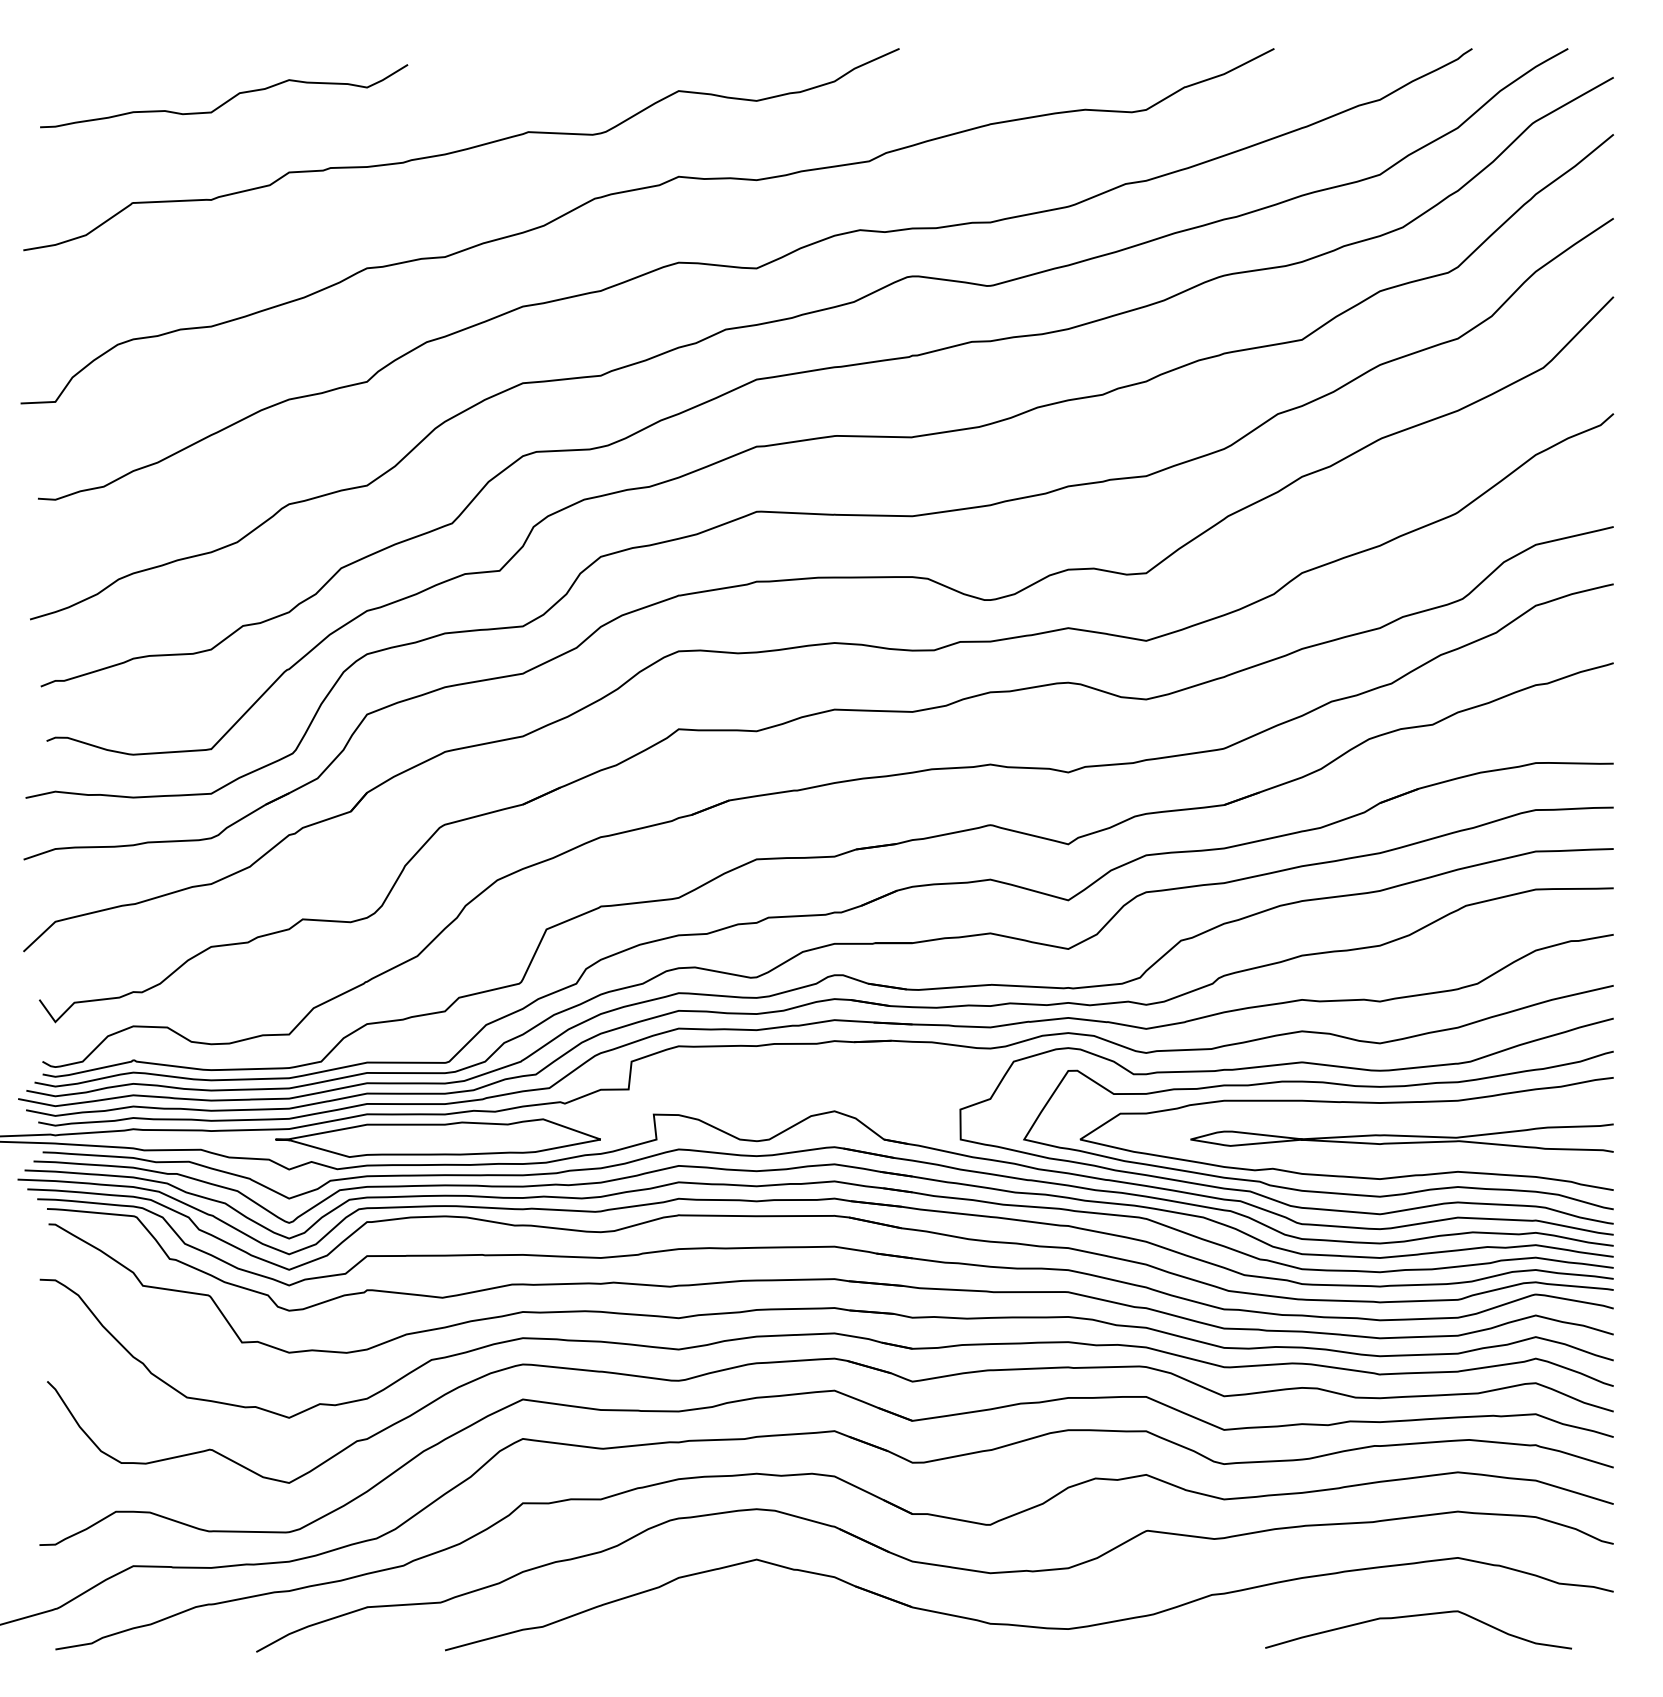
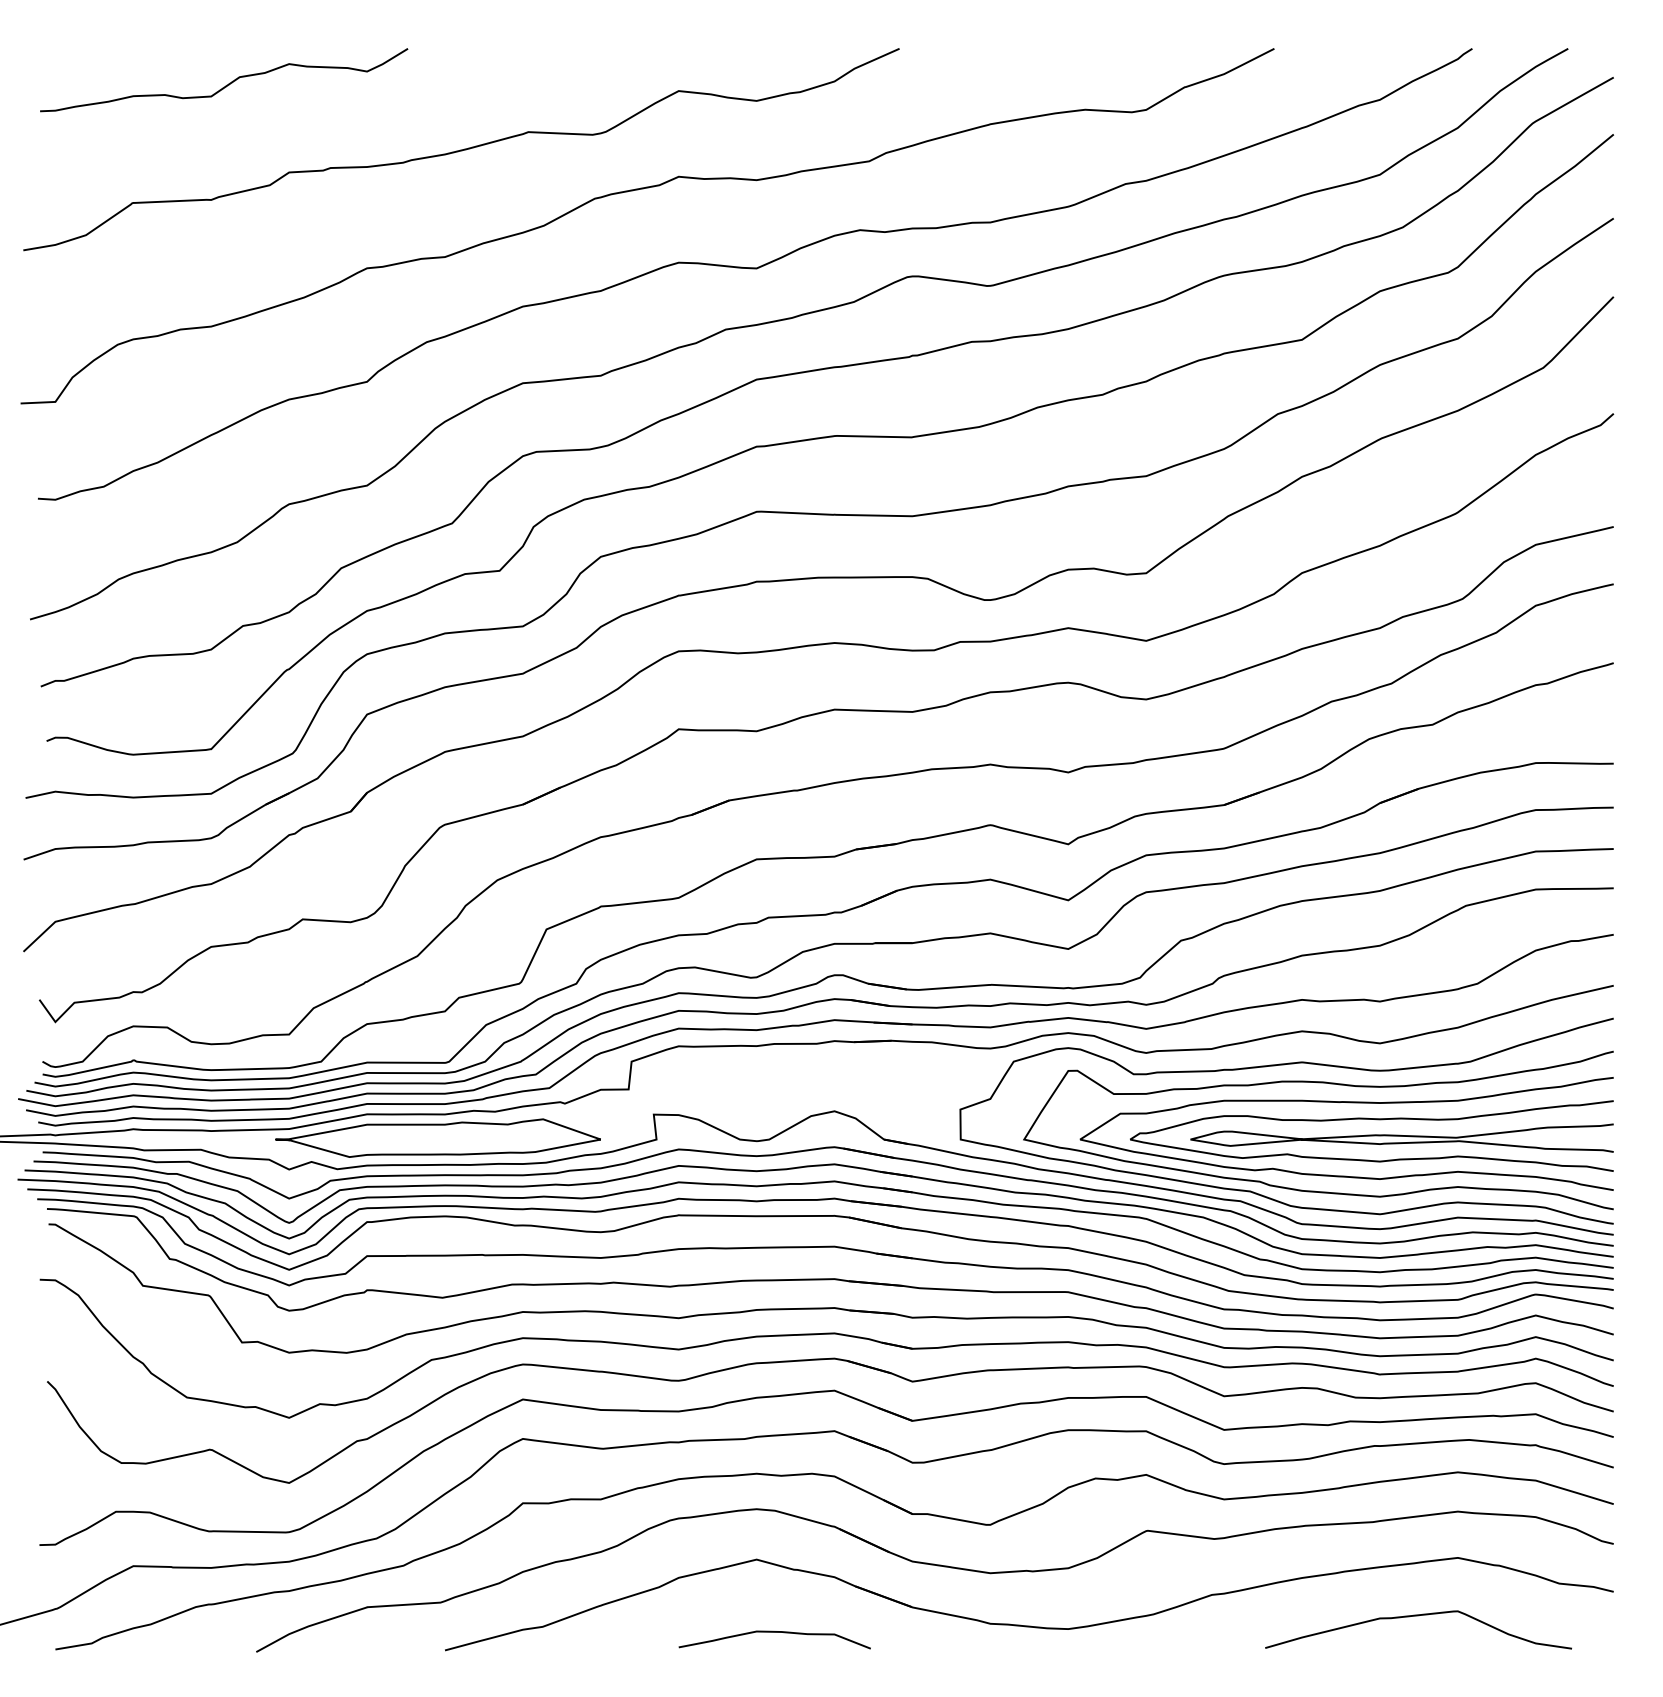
curve at (228, 99) position: (228, 99) -> (228, 83)
curve at (1376, 1120): none -> present
curve at (774, 1632): none -> present
